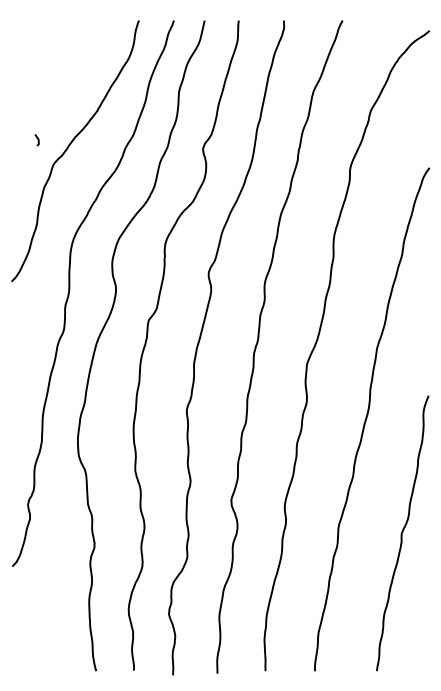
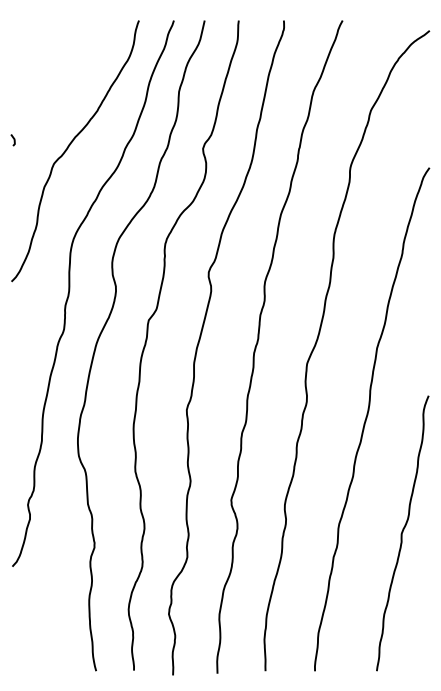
line at (37, 140) position: (37, 140) -> (13, 140)
